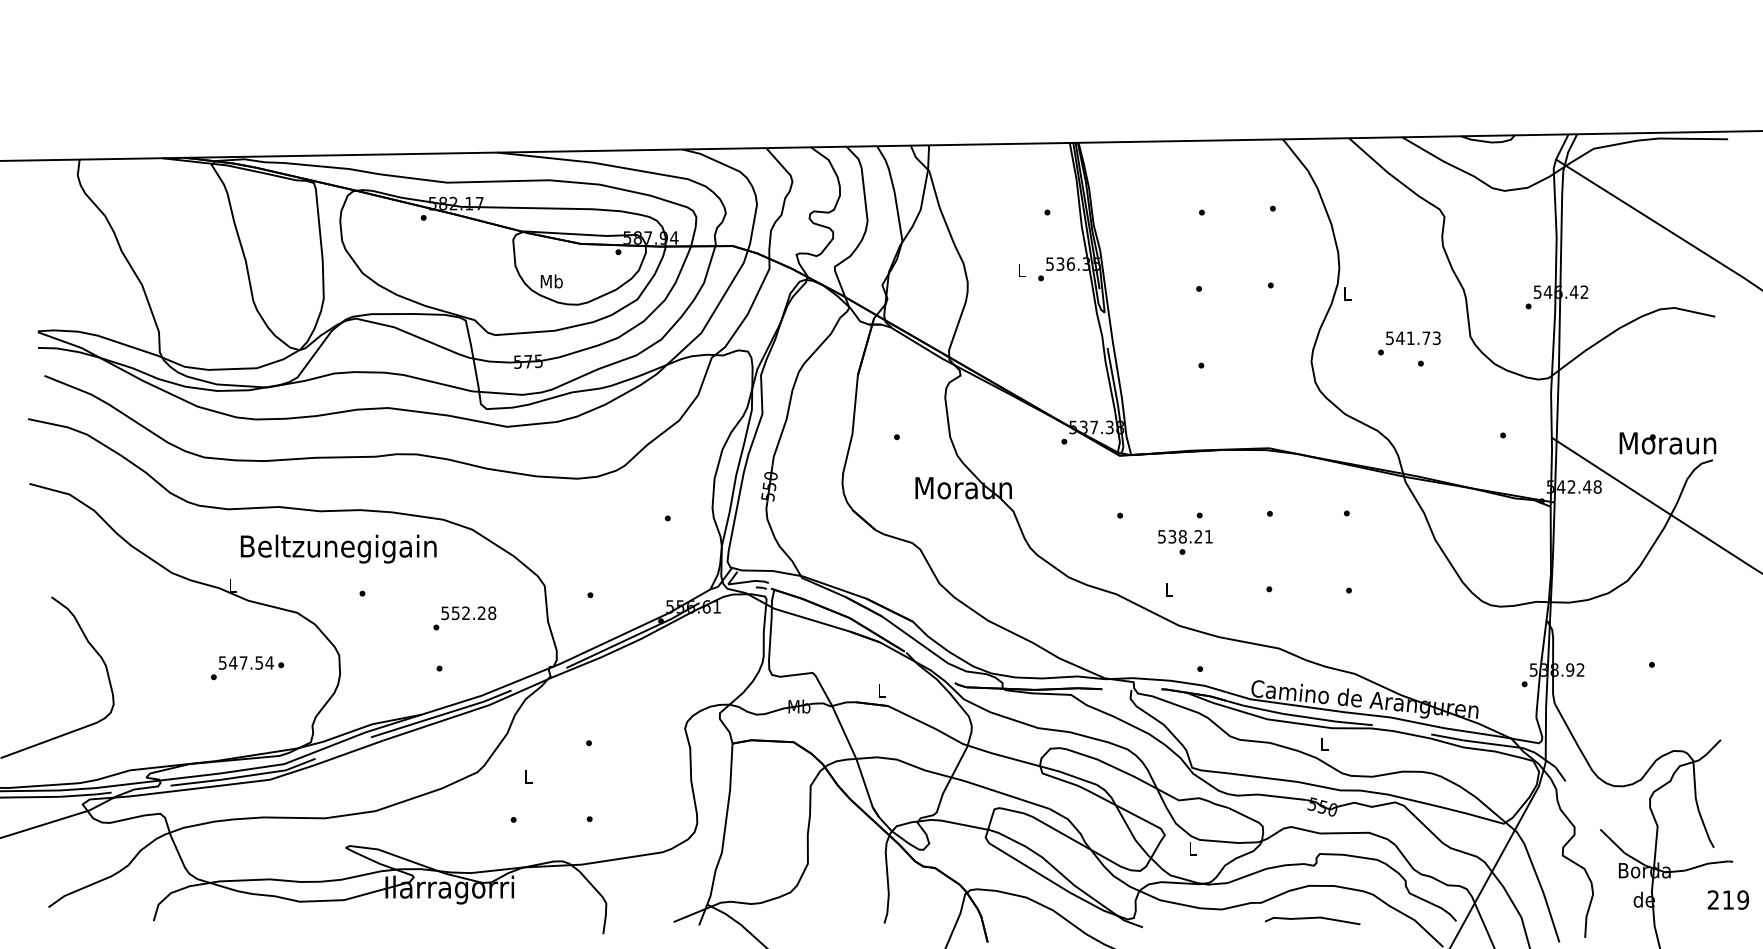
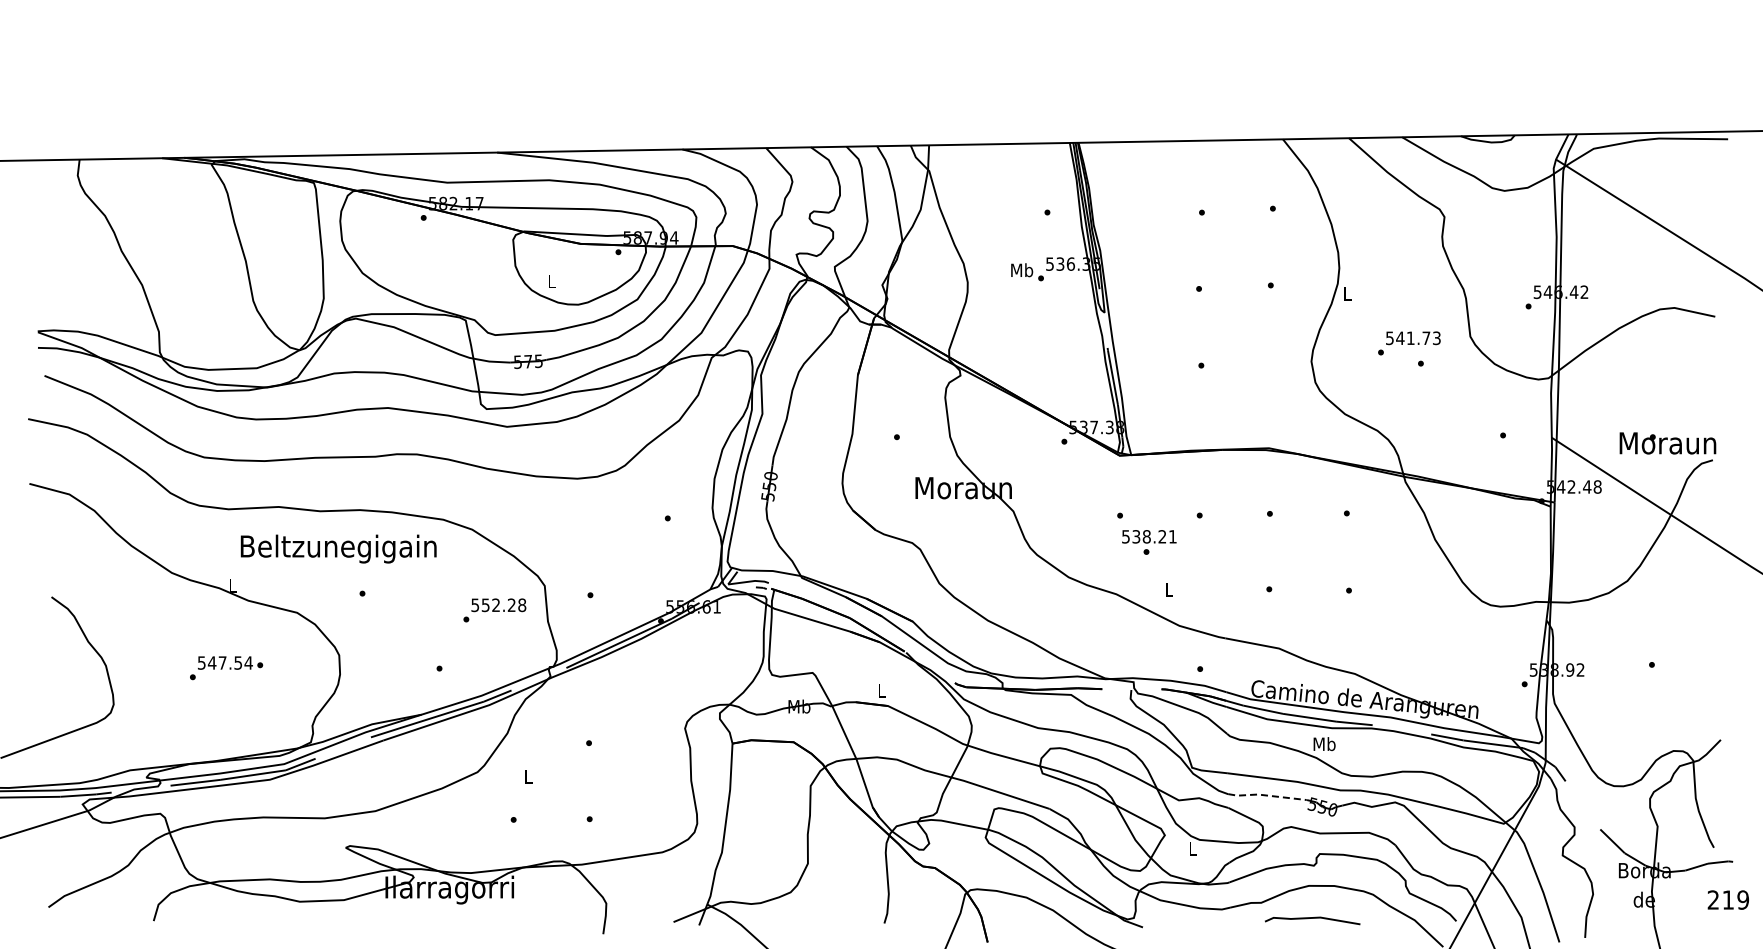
text at (1022, 270): L -> Mb
text at (551, 281): Mb -> L
text at (1185, 542) position: (1185, 542) -> (1149, 542)
text at (464, 618) position: (464, 618) -> (494, 610)
text at (247, 668) position: (247, 668) -> (226, 668)
text at (1324, 744): L -> Mb
line at (1265, 795): solid -> dashed
